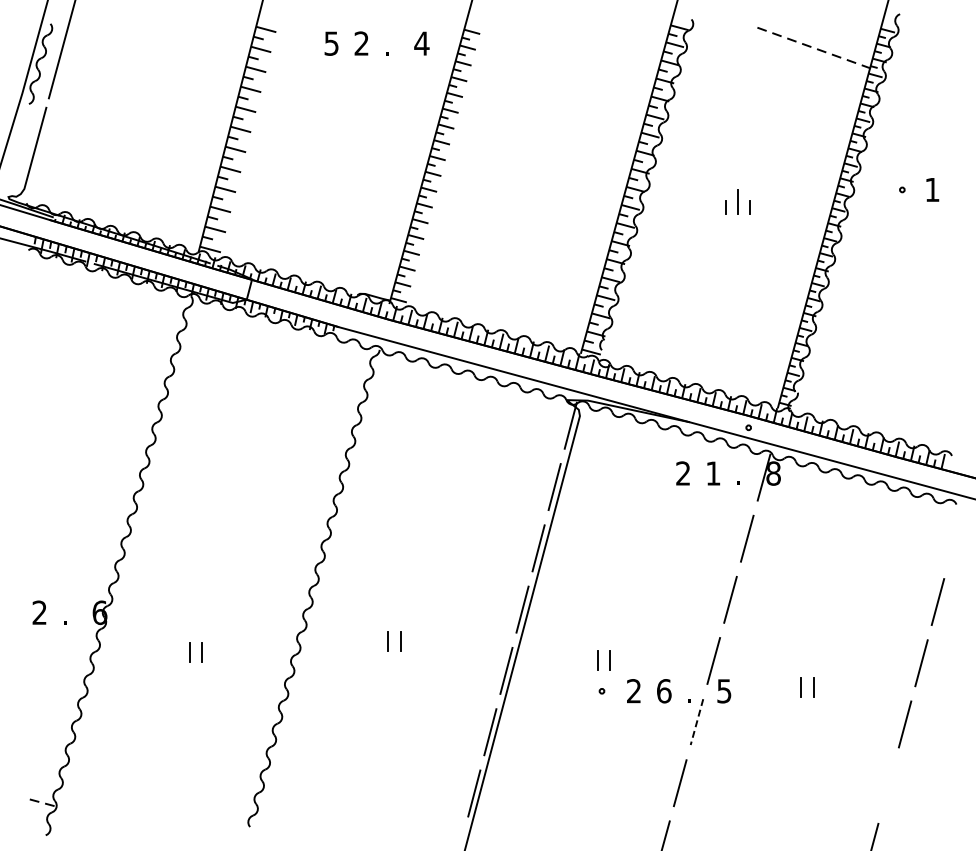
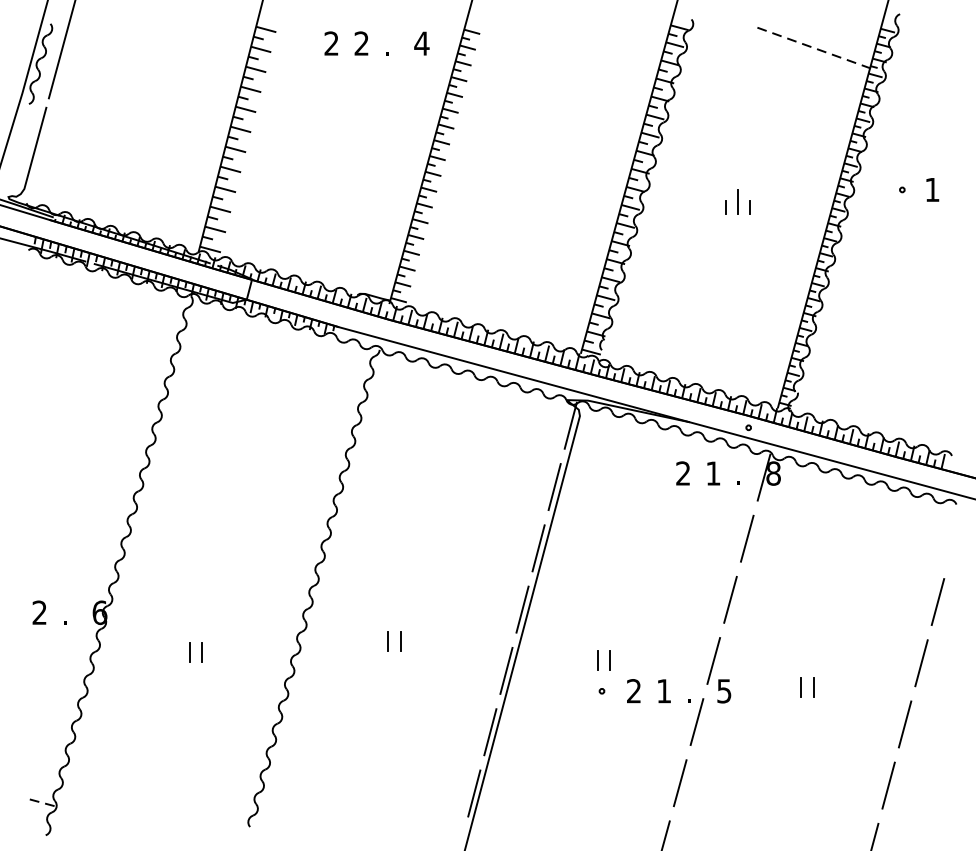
text at (331, 43): 5 -> 2
text at (664, 691): 6 -> 1
line at (696, 722): dashed -> solid
line at (888, 785): none -> present
